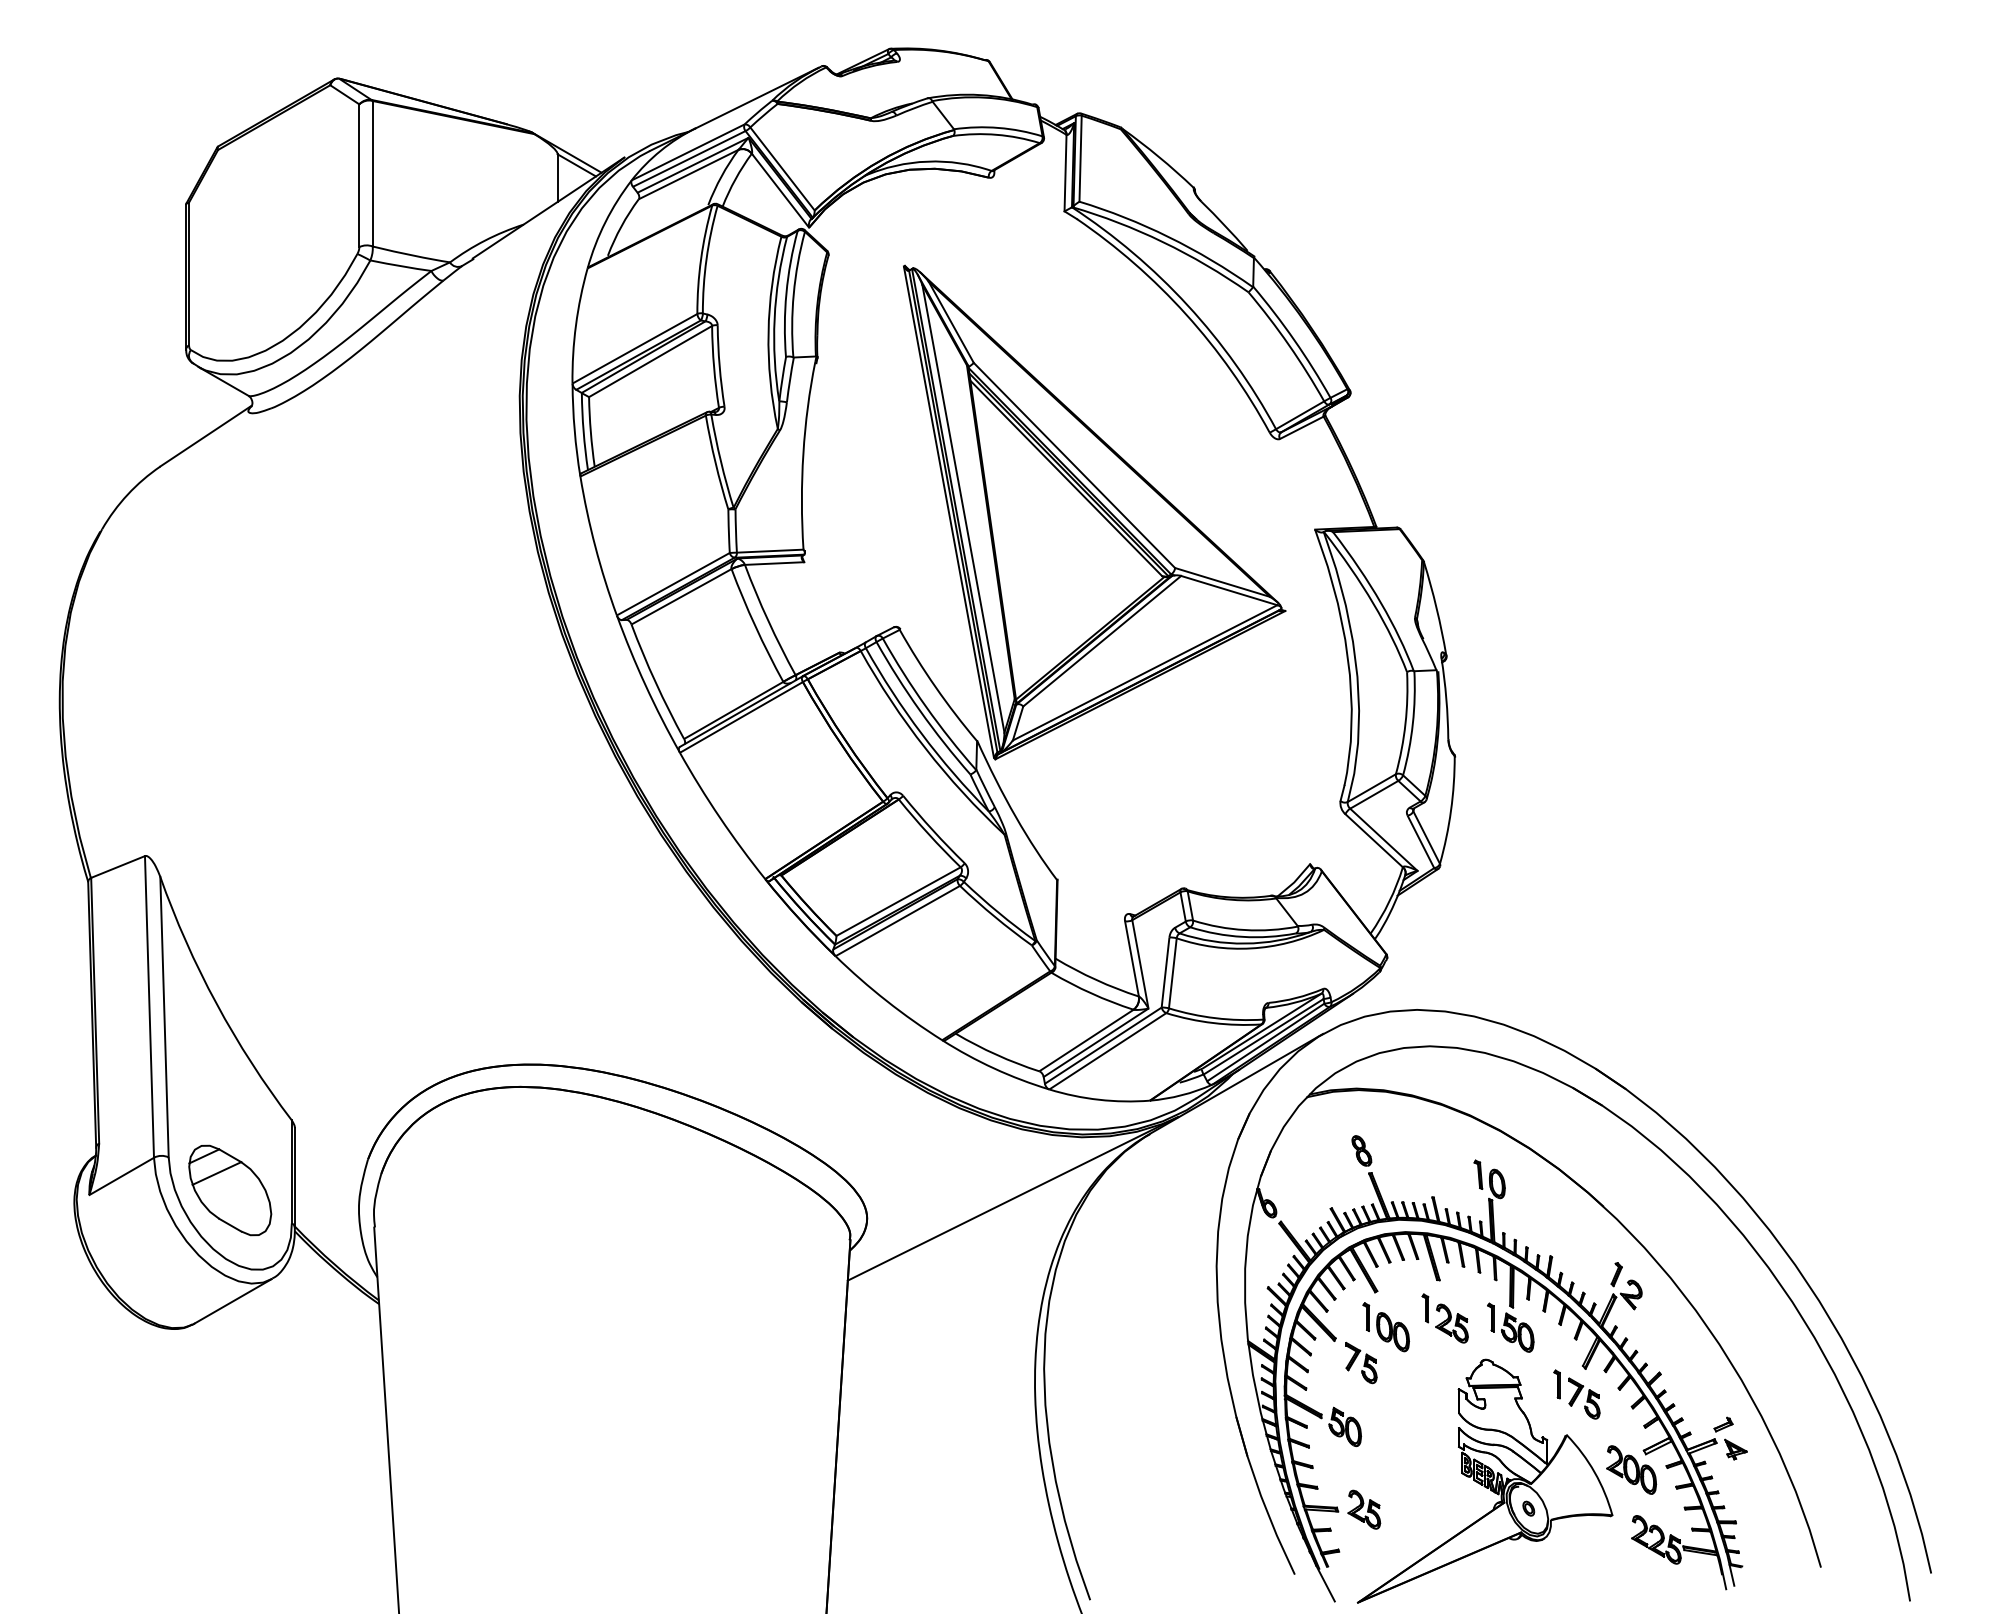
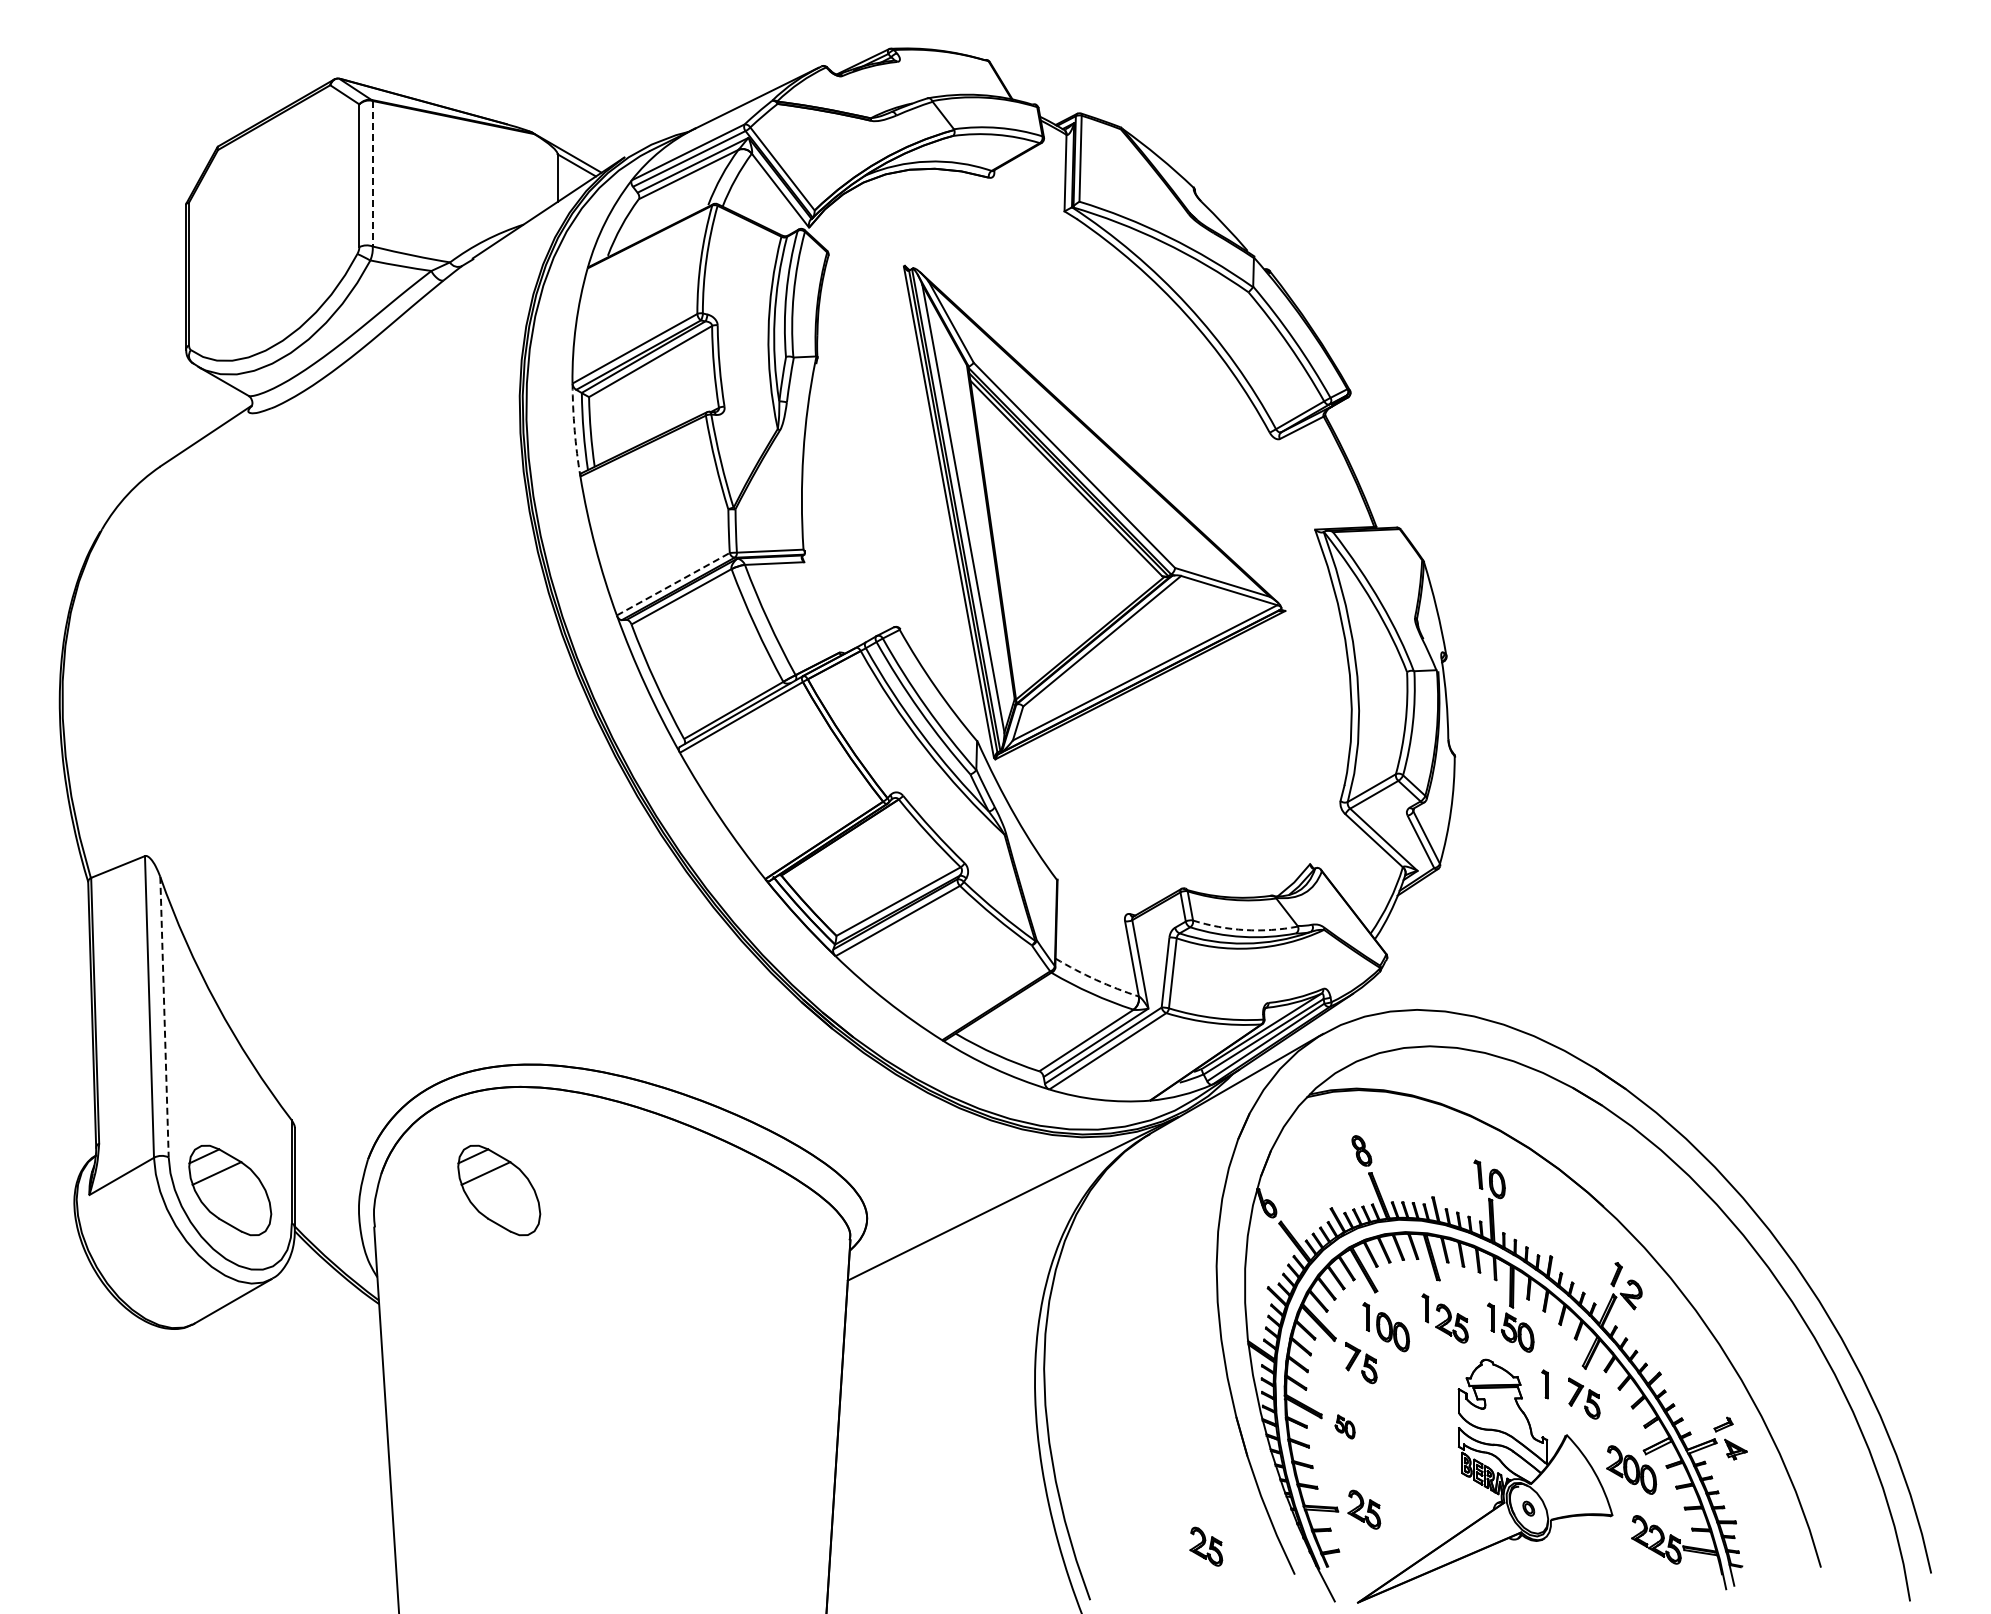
line at (372, 173): solid -> dashed
arc at (574, 430): solid -> dashed
line at (672, 584): solid -> dashed
arc at (1245, 930): solid -> dashed
arc at (1096, 979): solid -> dashed
line at (164, 1017): solid -> dashed
part at (499, 1190): none -> present
part at (1556, 1384) position: (1556, 1384) -> (1544, 1384)
part at (1344, 1426) size: 34x42 px -> 22x26 px
part at (1206, 1546): none -> present
